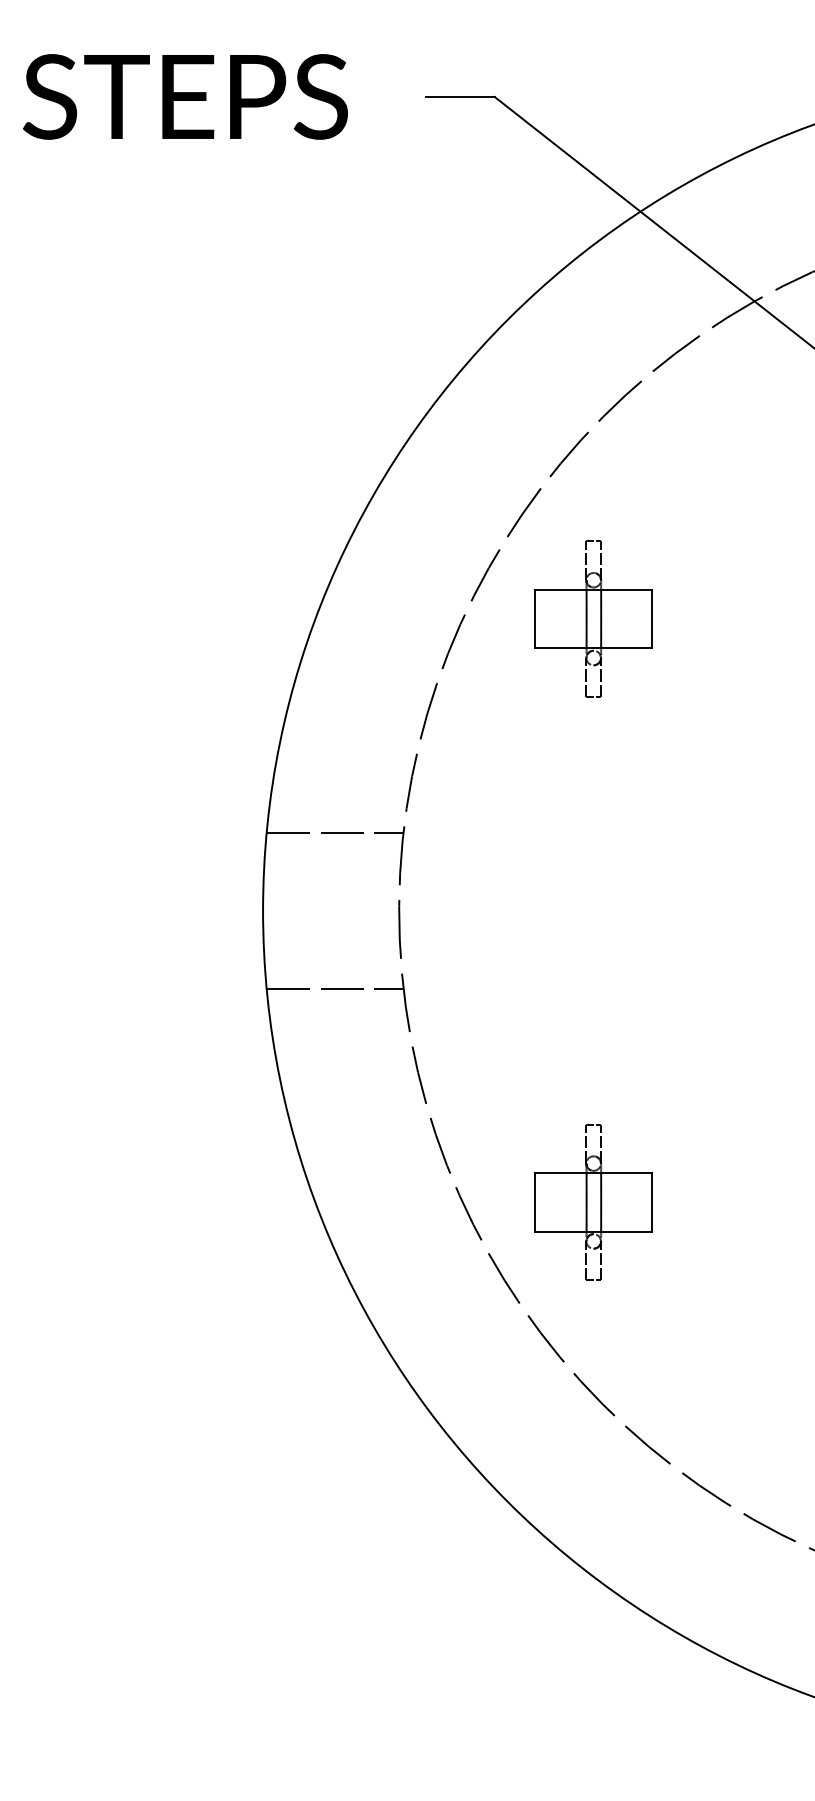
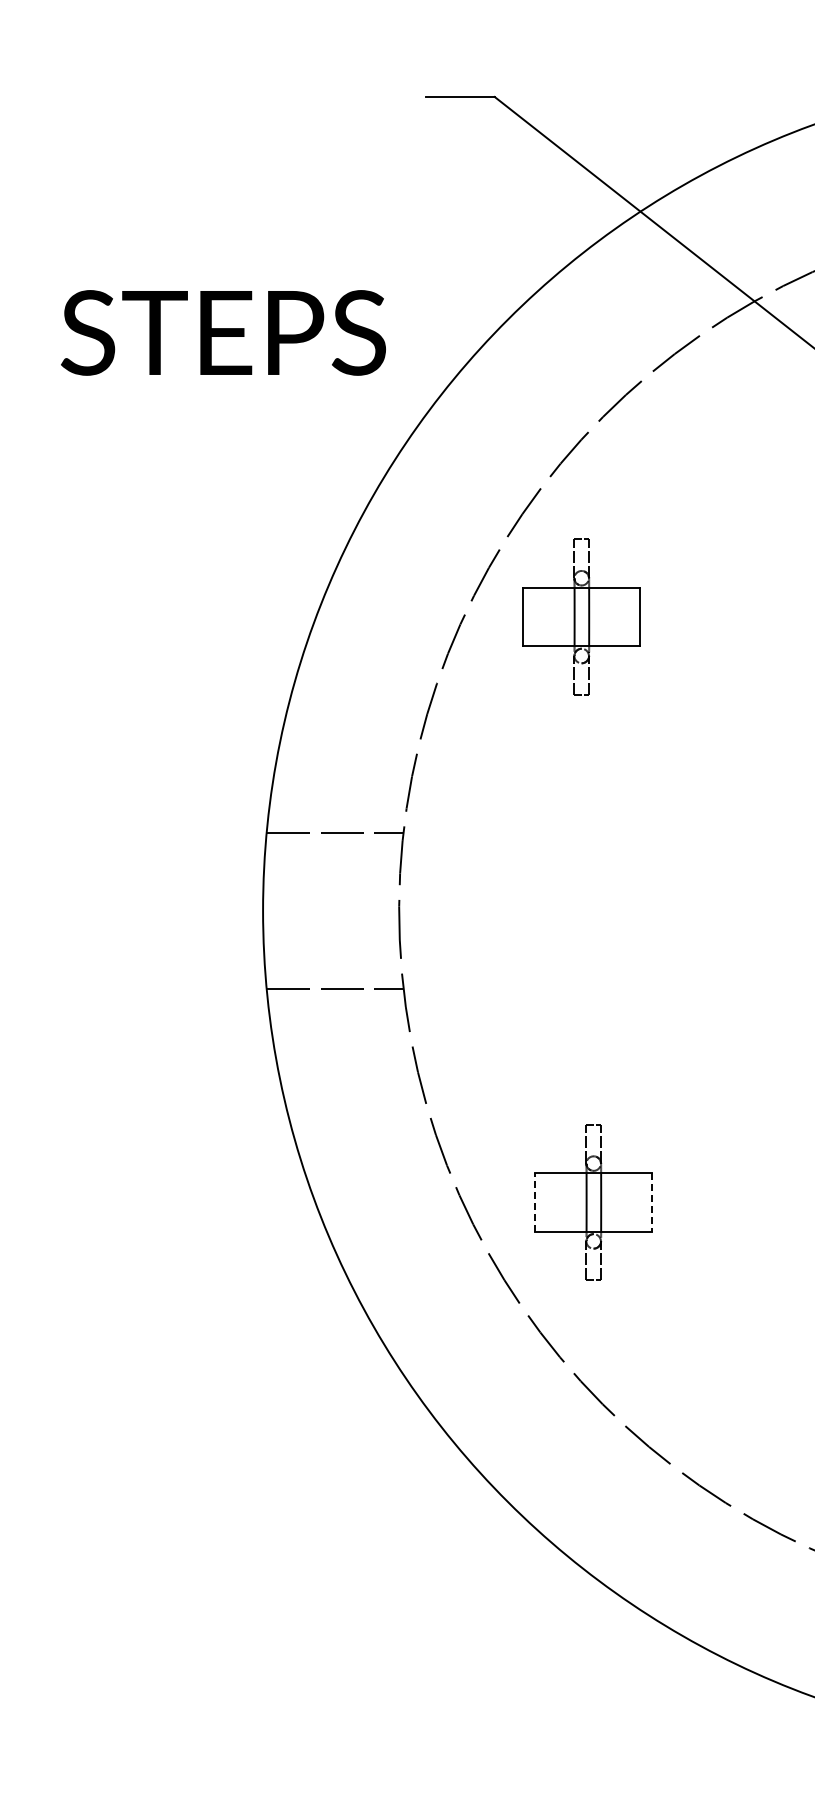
text at (185, 96) position: (185, 96) -> (223, 332)
part at (593, 618) position: (593, 618) -> (581, 616)
line at (535, 1202): solid -> dashed
line at (651, 1202): solid -> dashed
